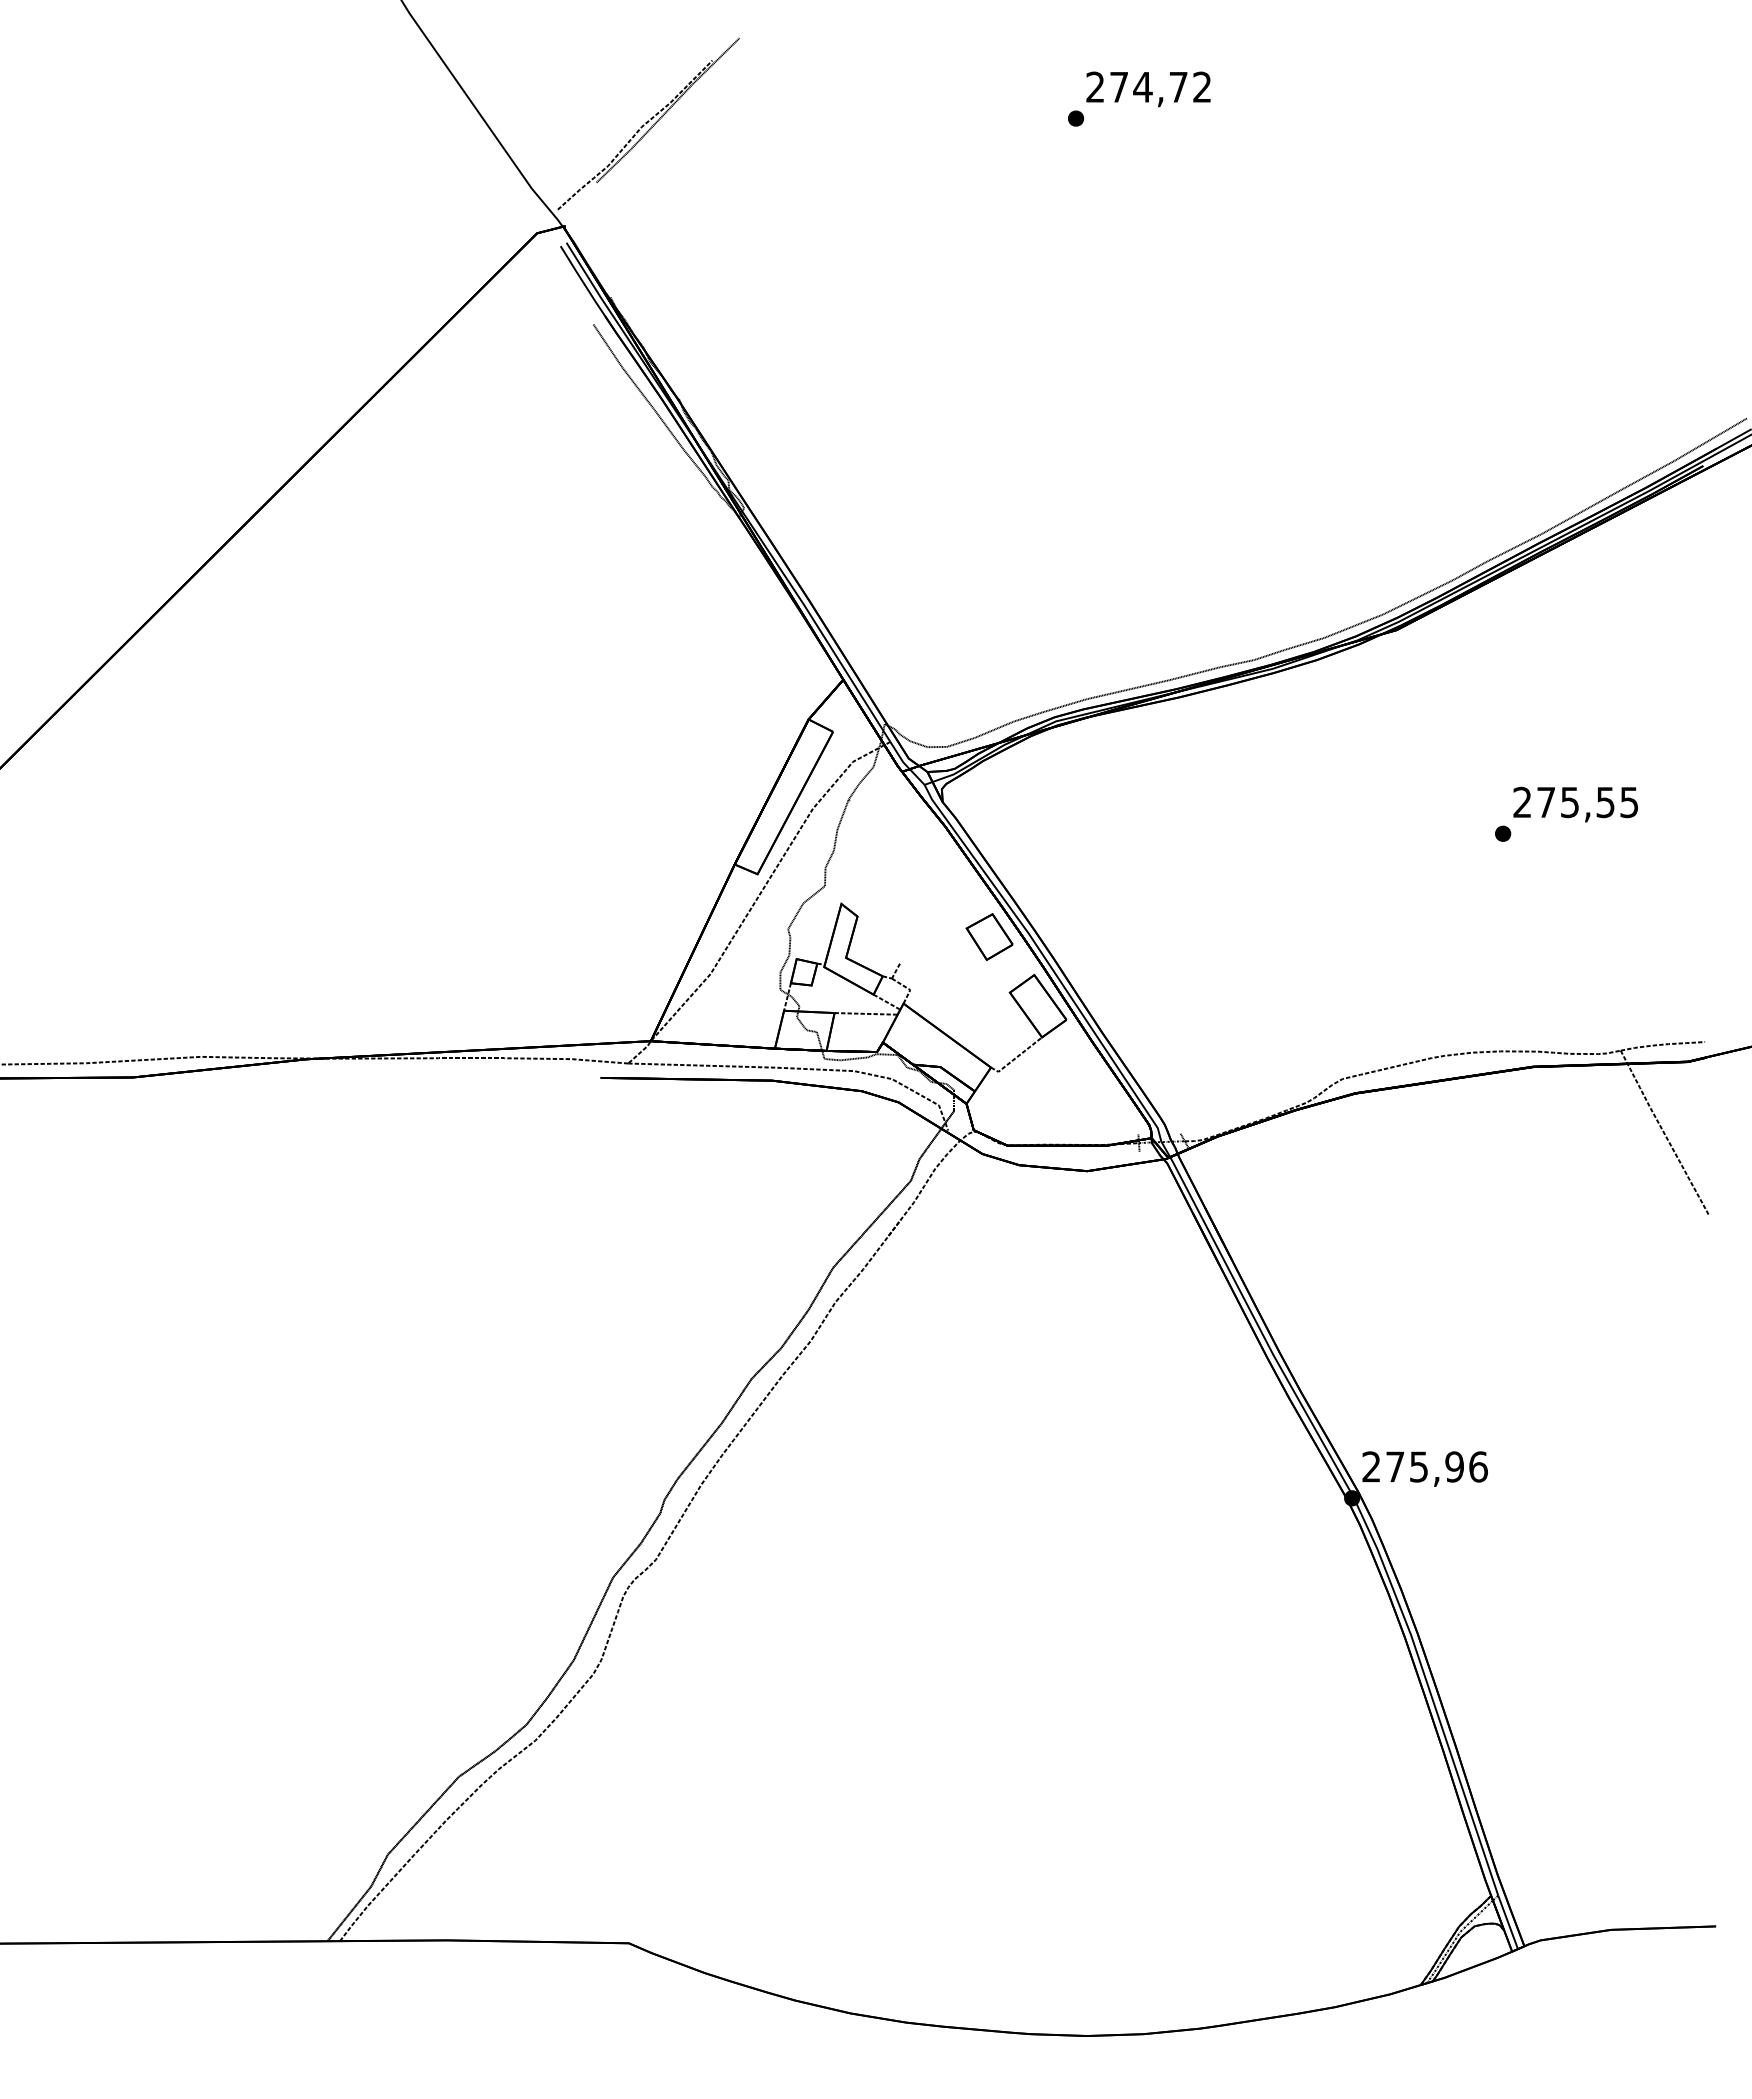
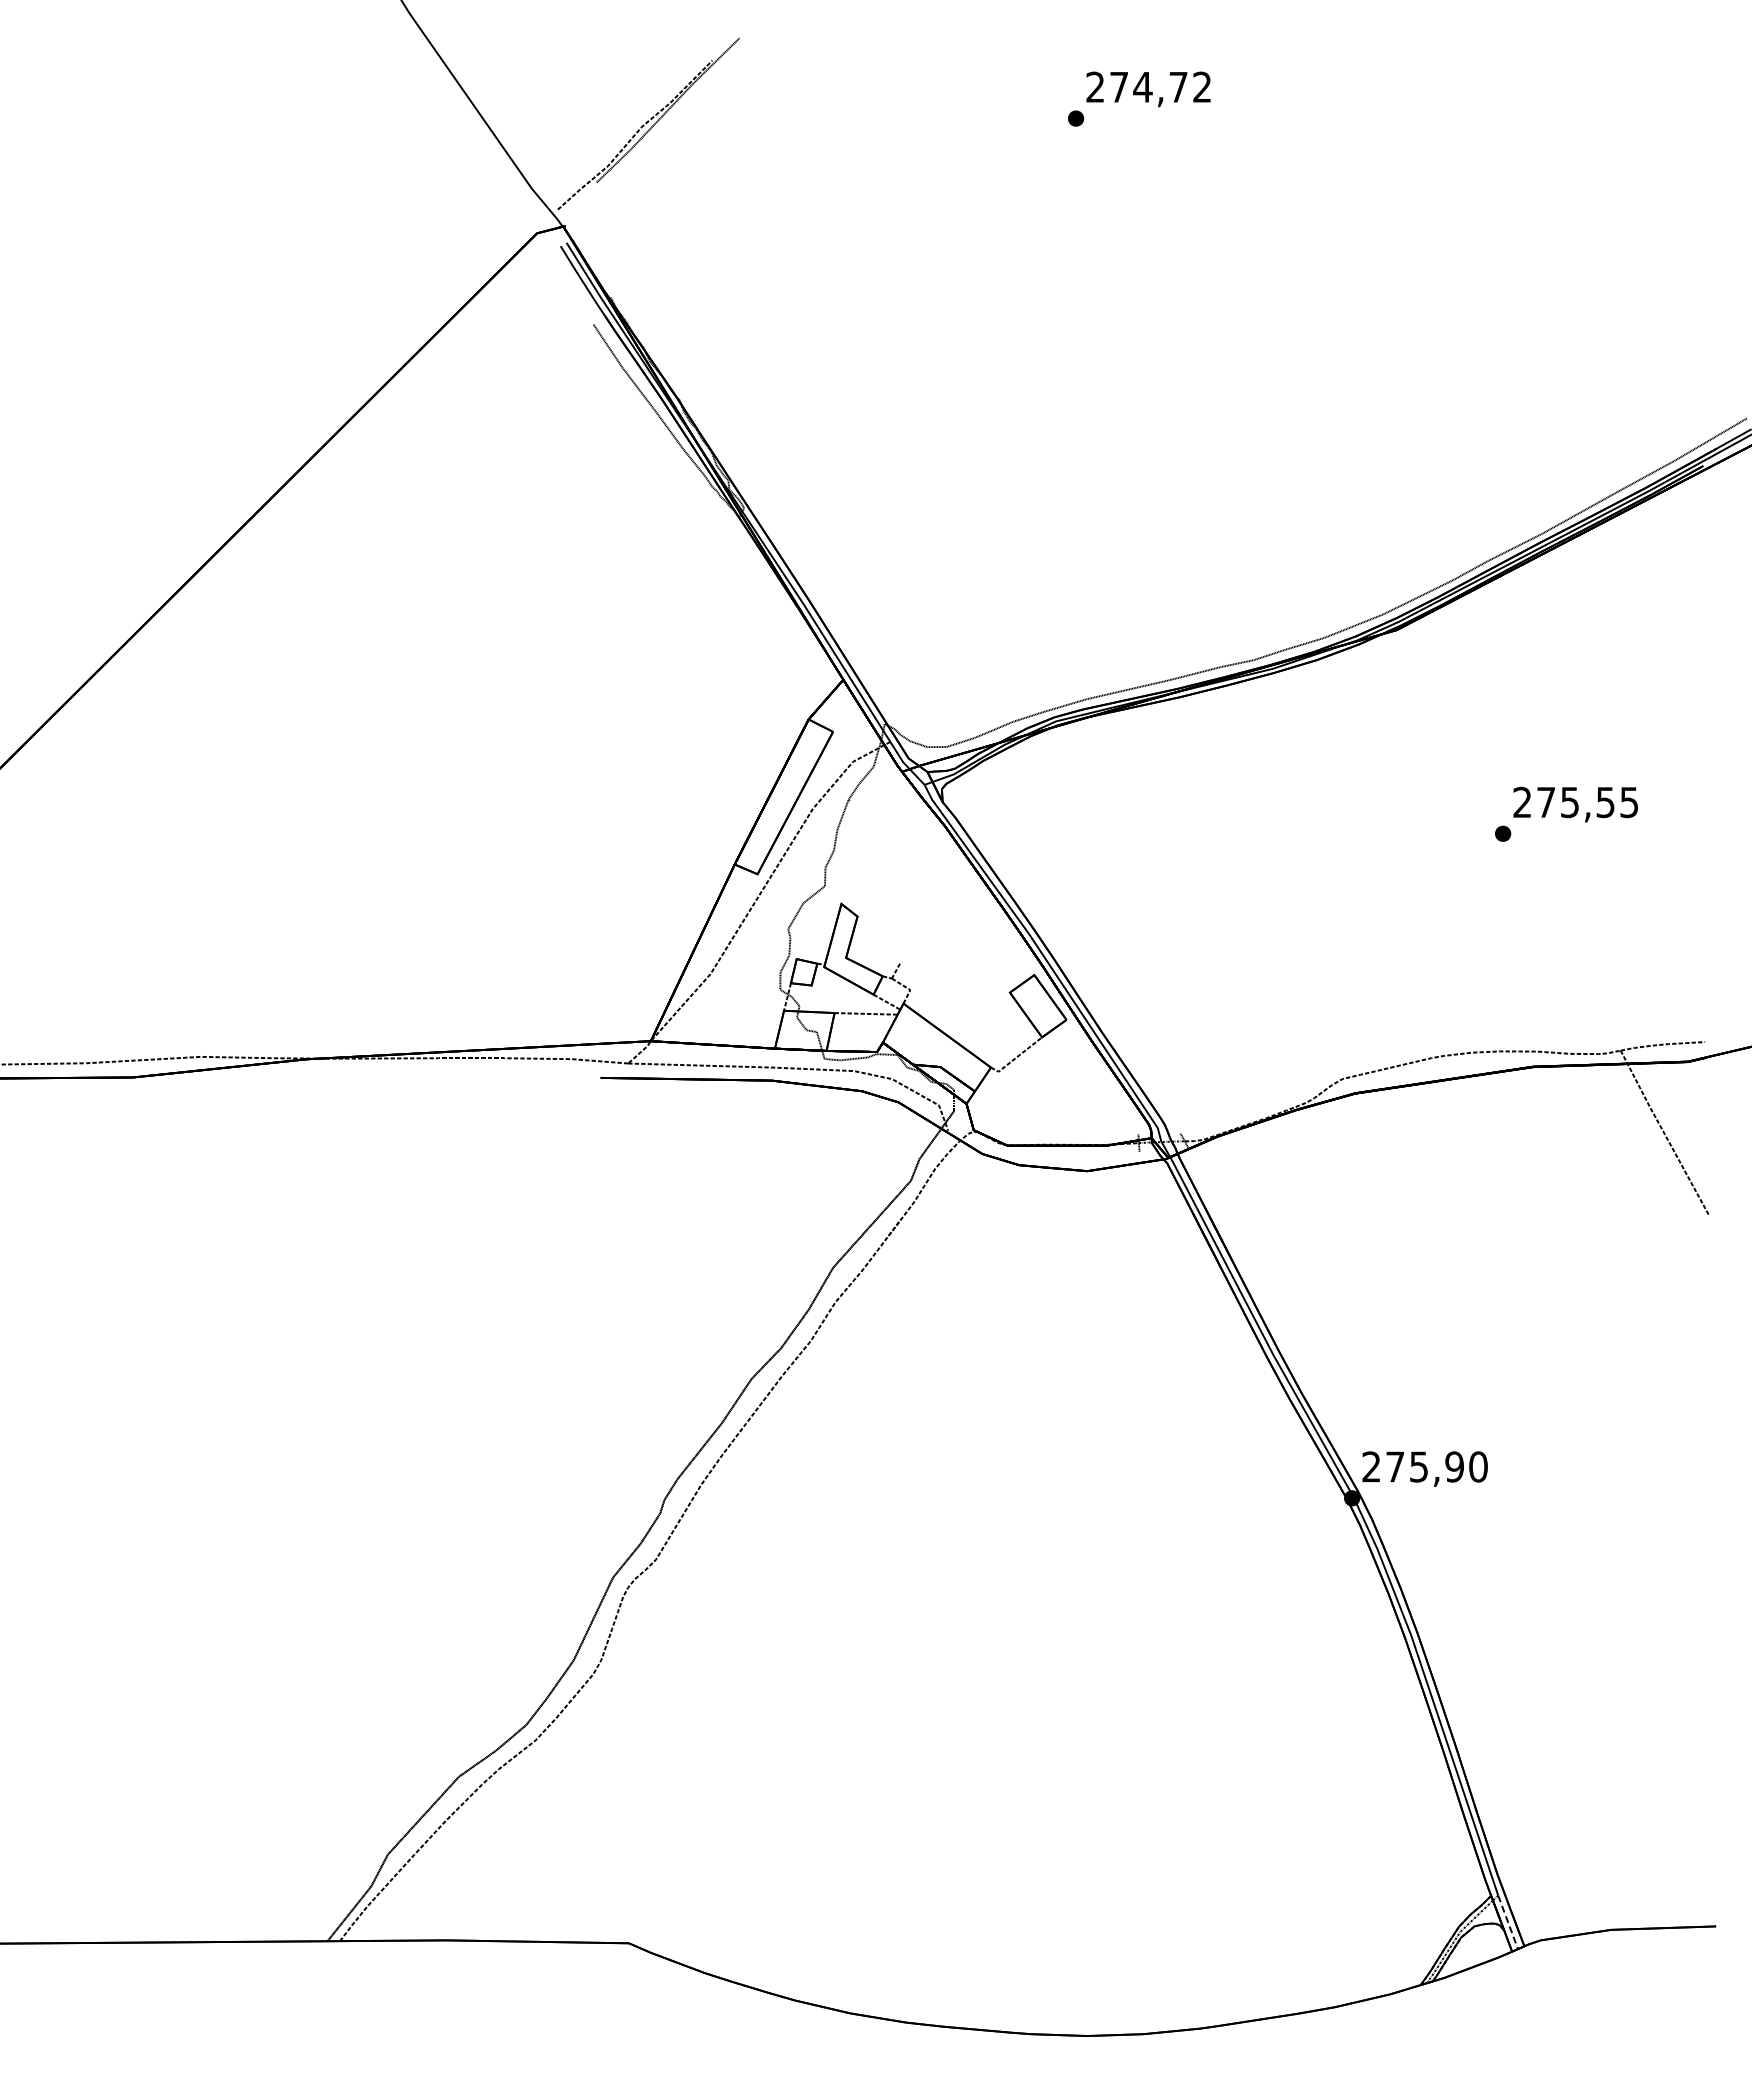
part at (989, 936): present -> none
text at (1478, 1466): 275,96 -> 275,90
line at (1508, 1922): solid -> dashed
